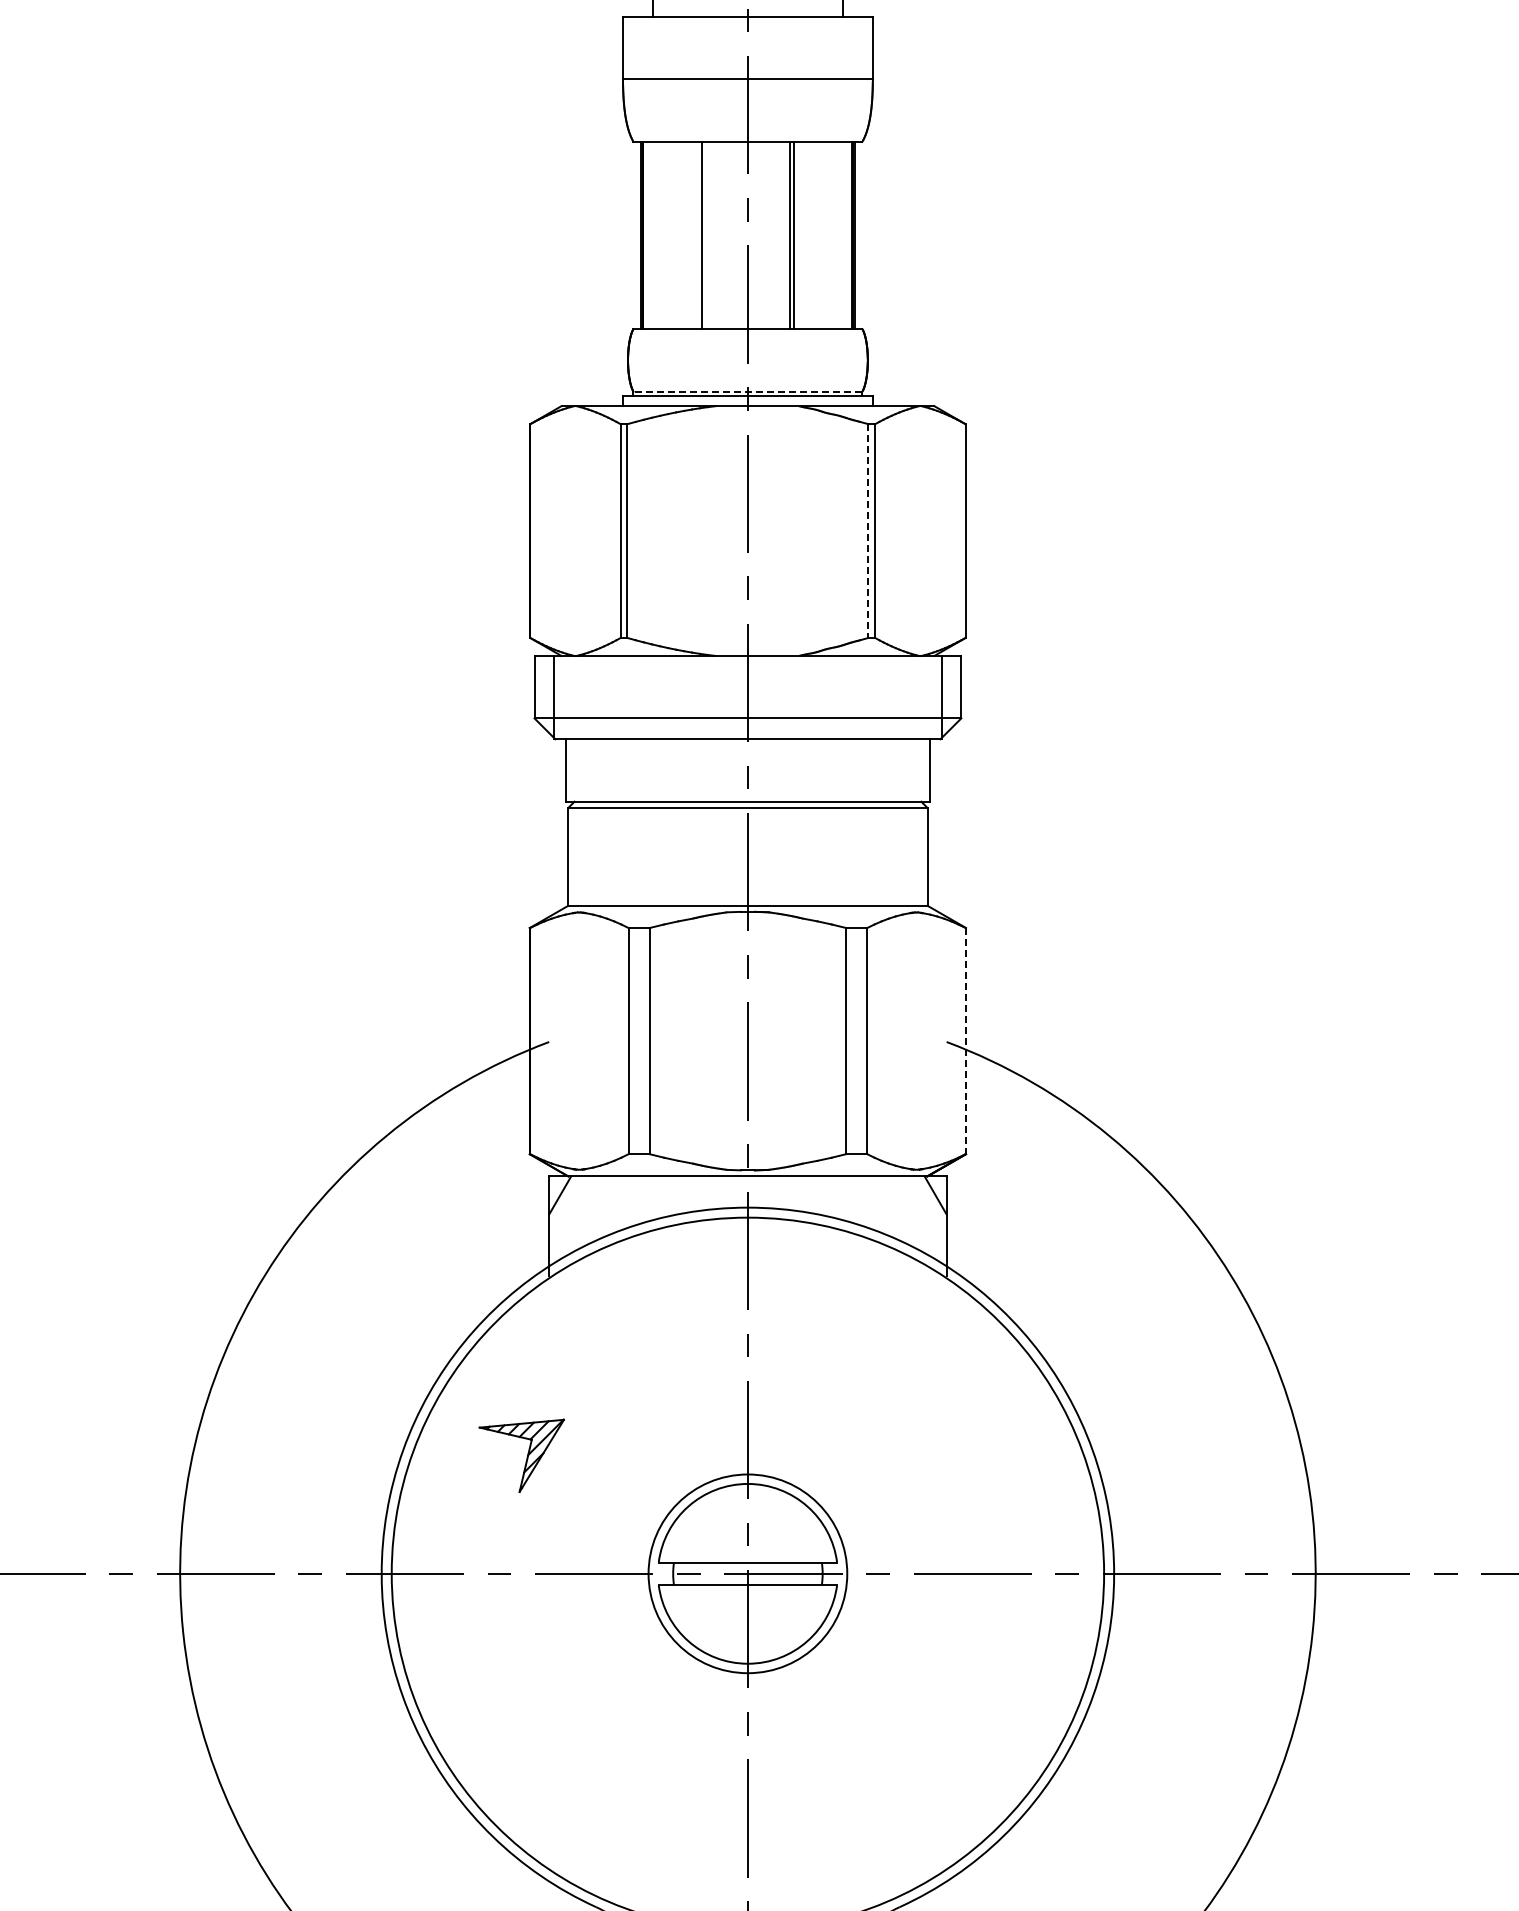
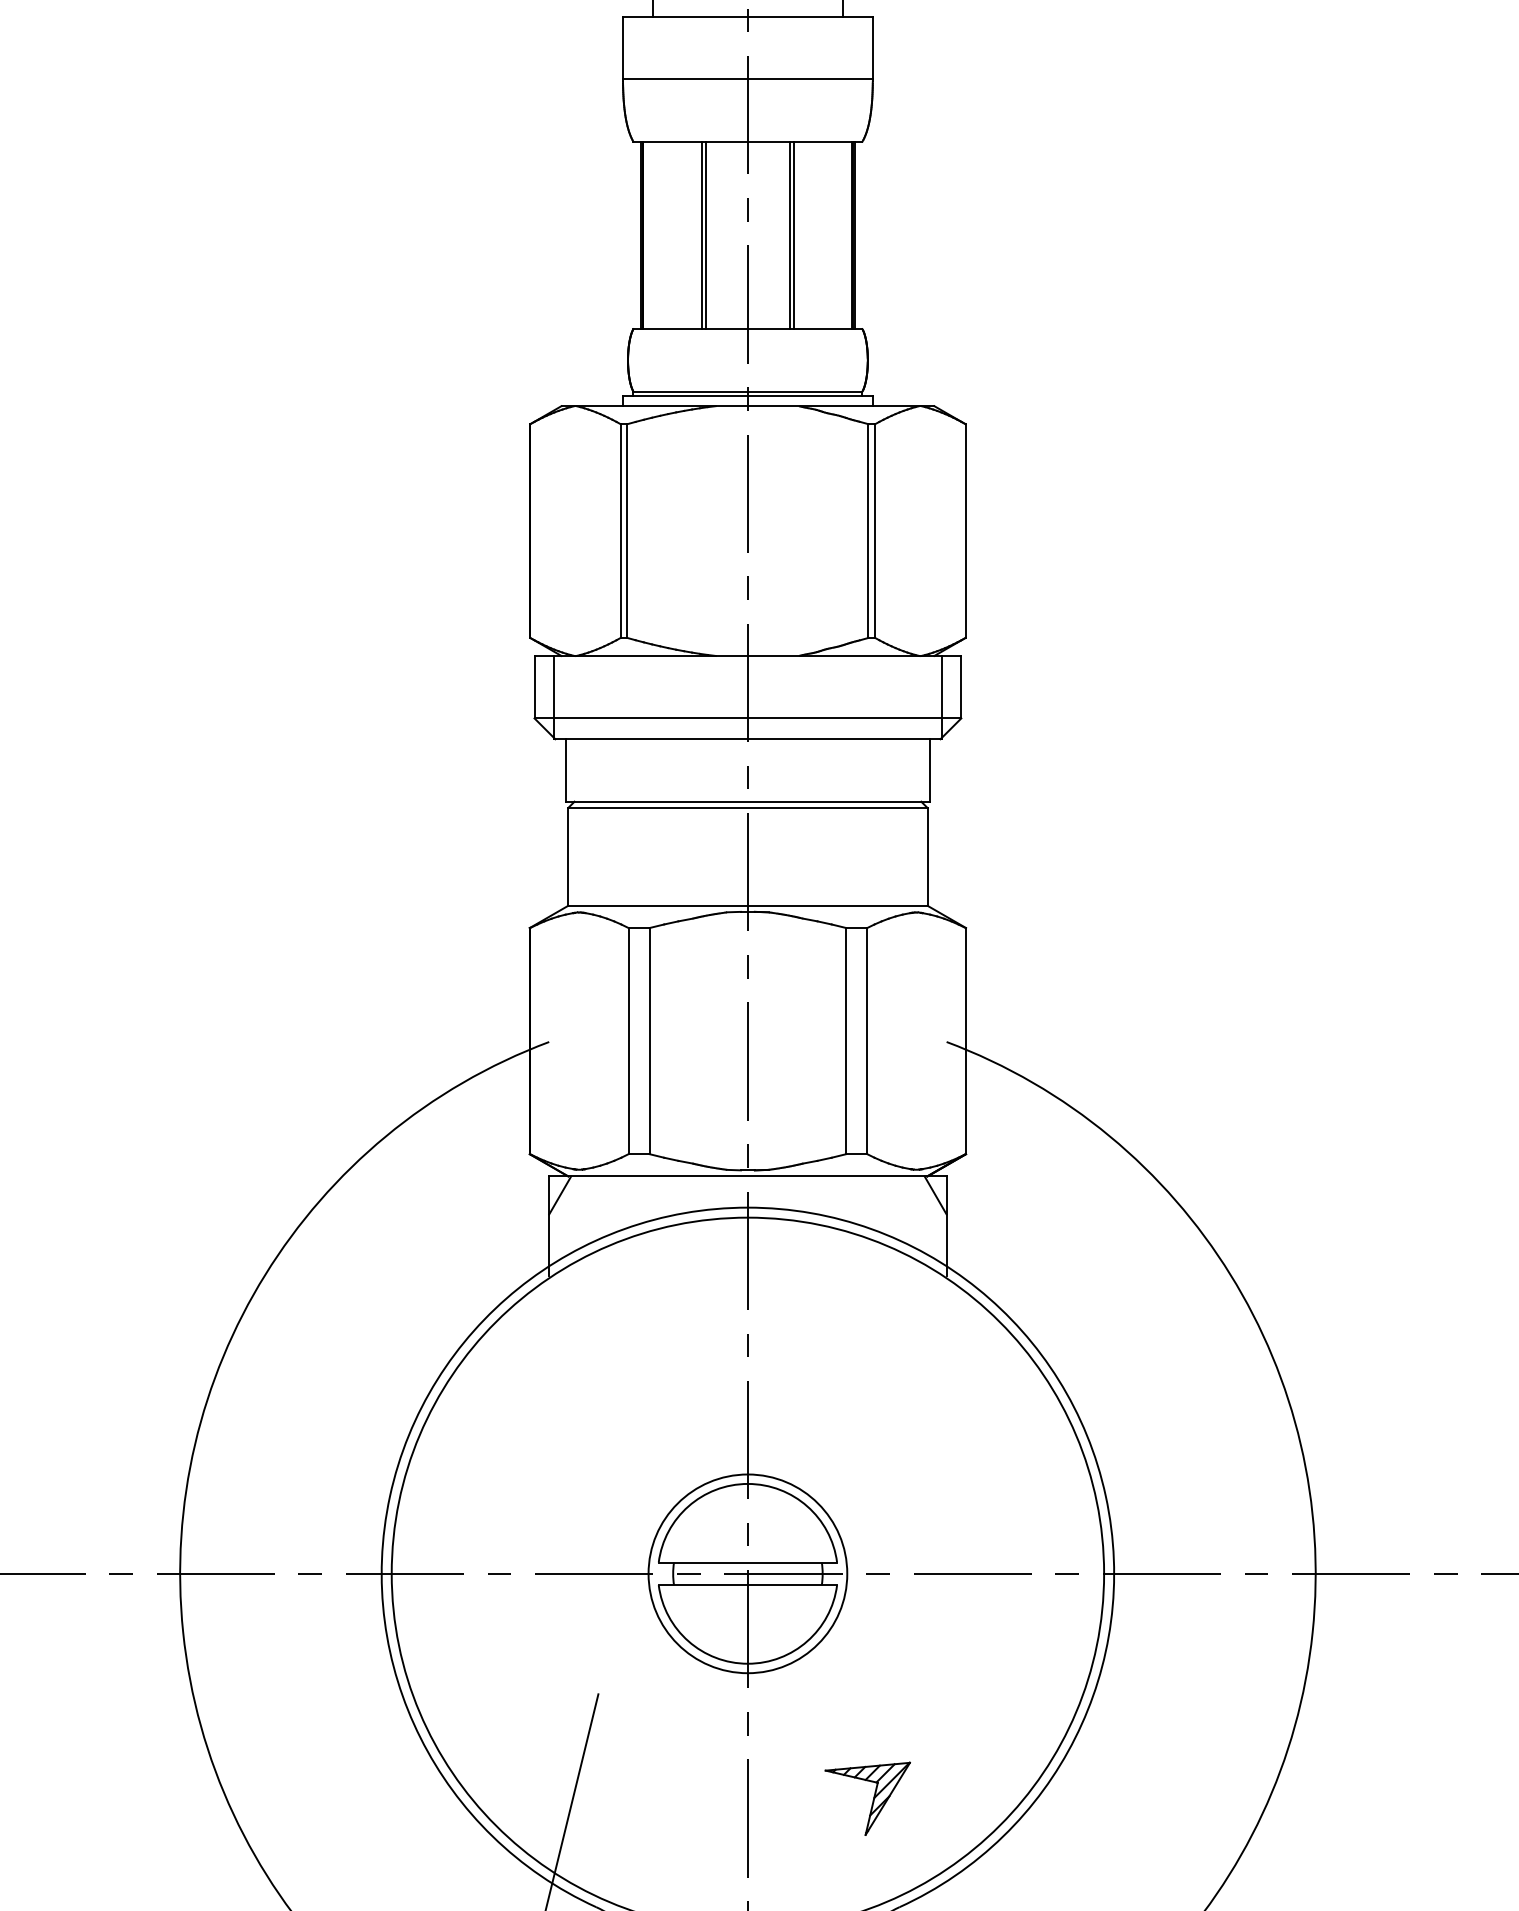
line at (706, 235): none -> present
line at (747, 391): dashed -> solid
line at (868, 531): dashed -> solid
line at (965, 1041): dashed -> solid
part at (521, 1455) position: (521, 1455) -> (867, 1798)
line at (572, 1800): none -> present
